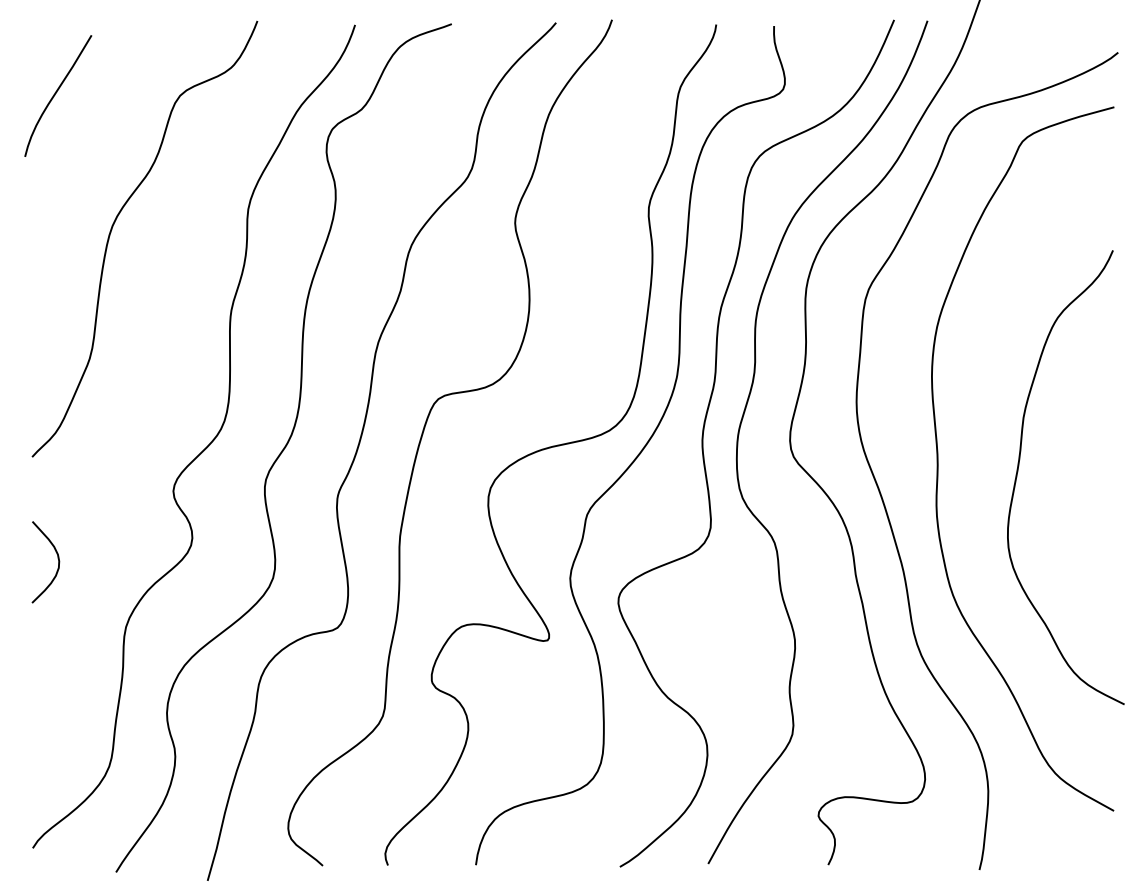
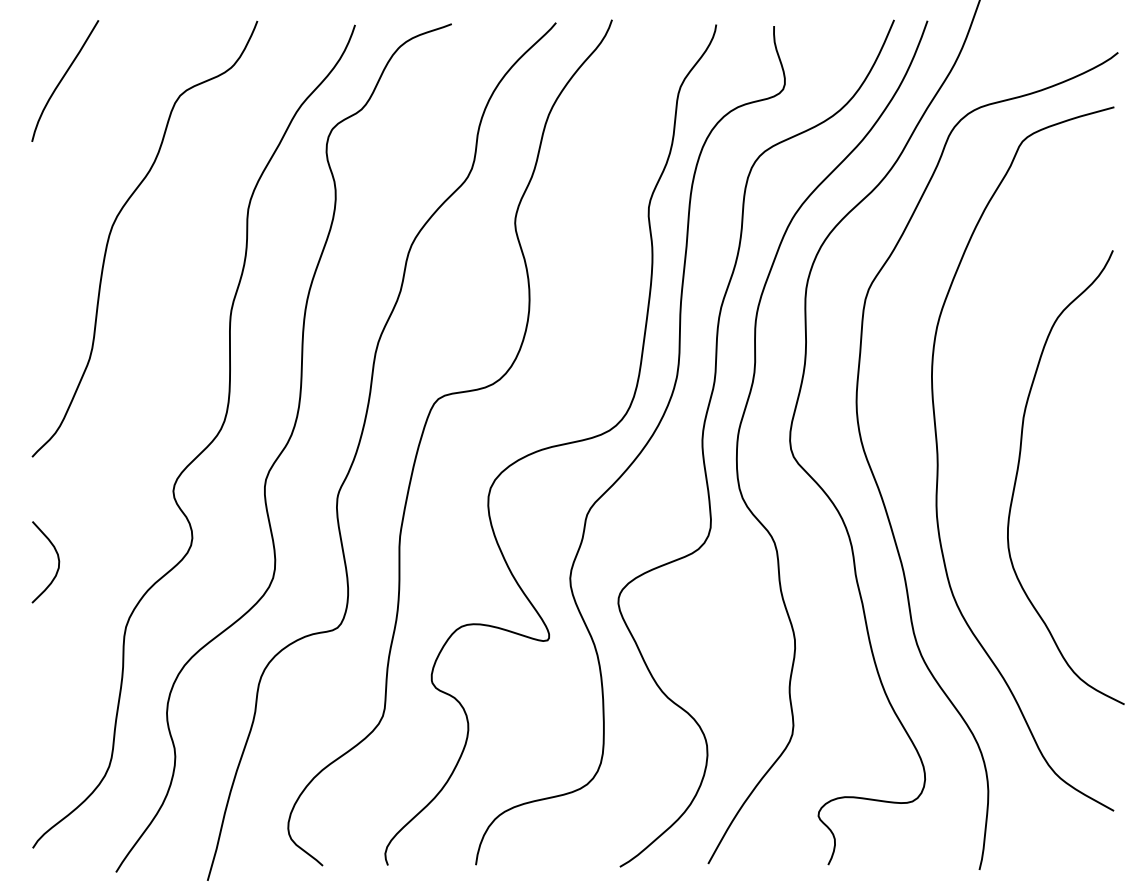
curve at (56, 93) position: (56, 93) -> (63, 78)
